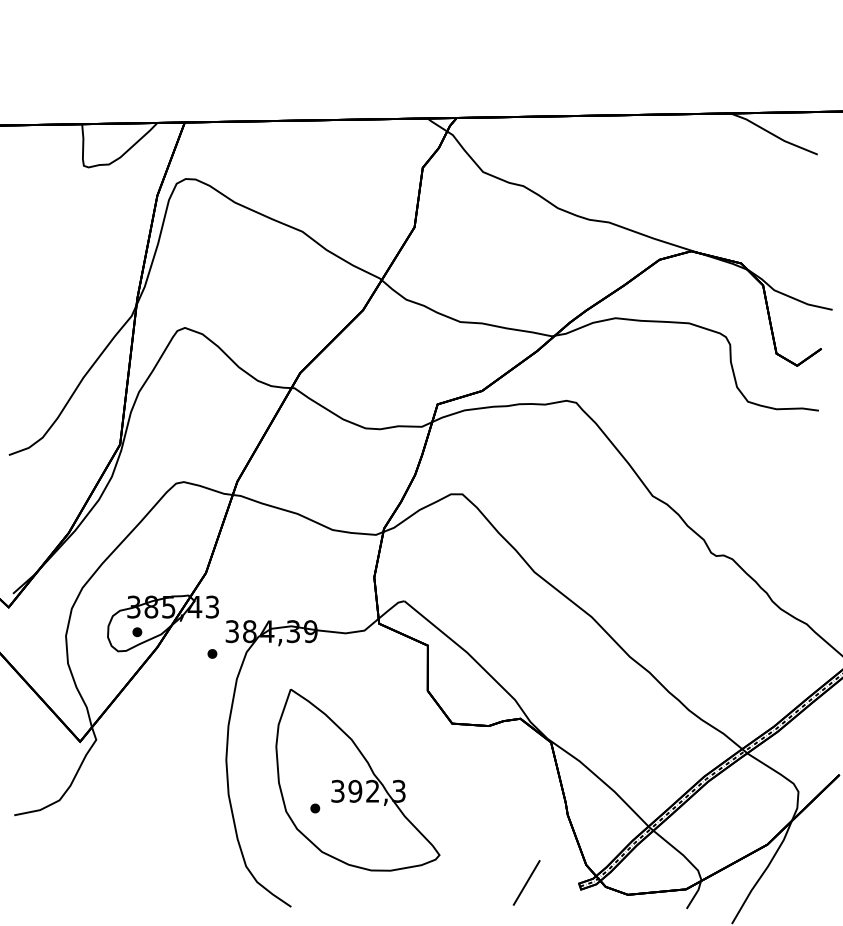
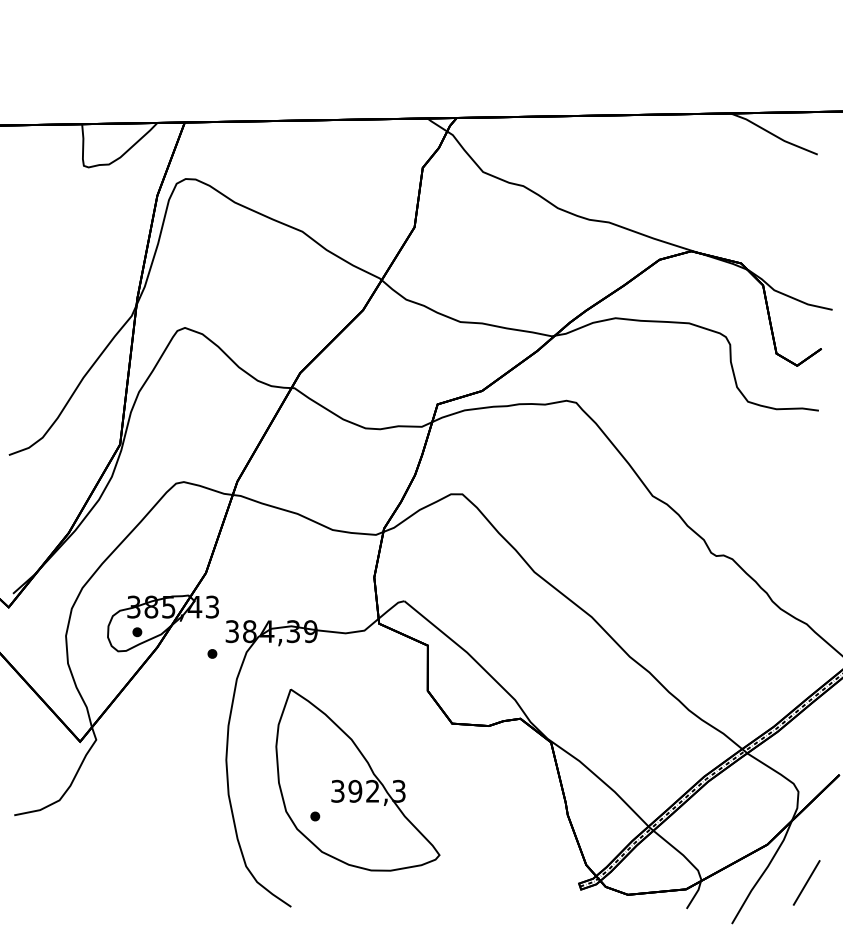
part at (315, 808) position: (315, 808) -> (315, 816)
line at (526, 882) position: (526, 882) -> (806, 882)
